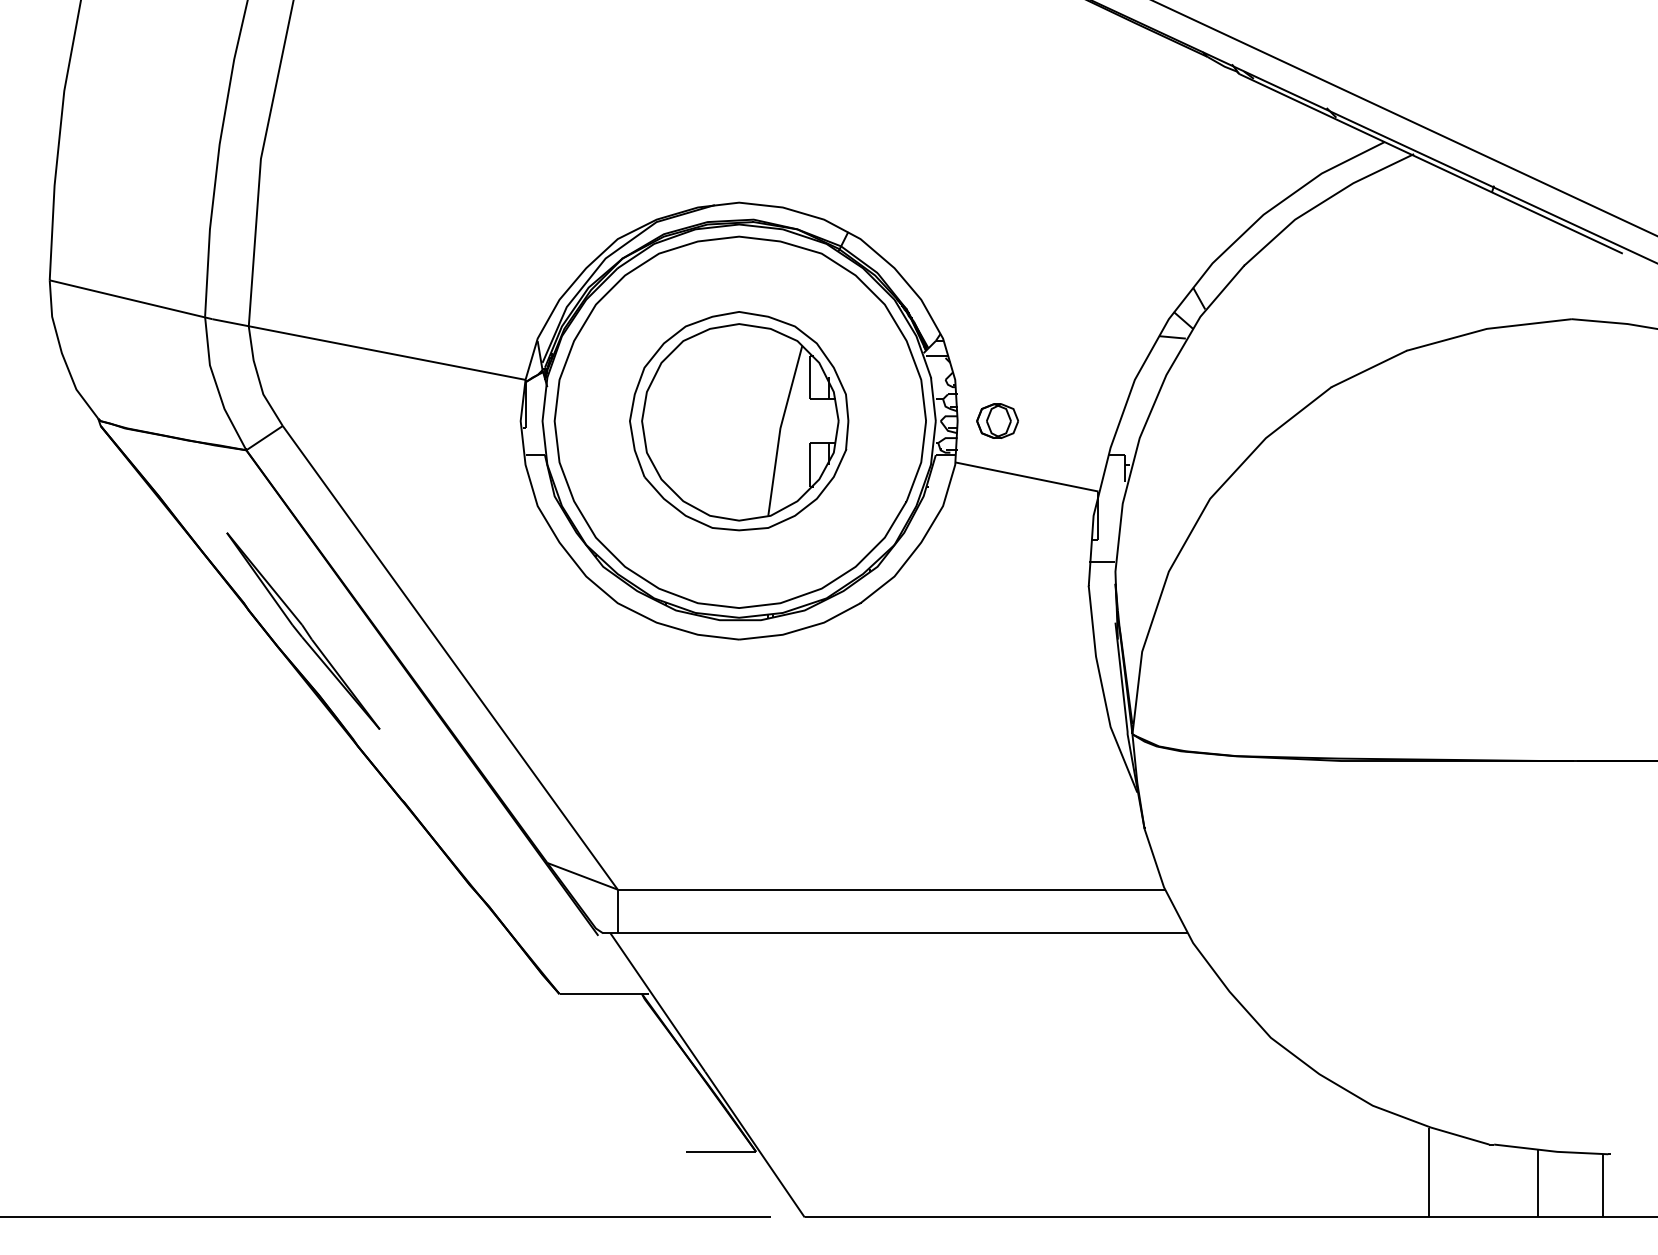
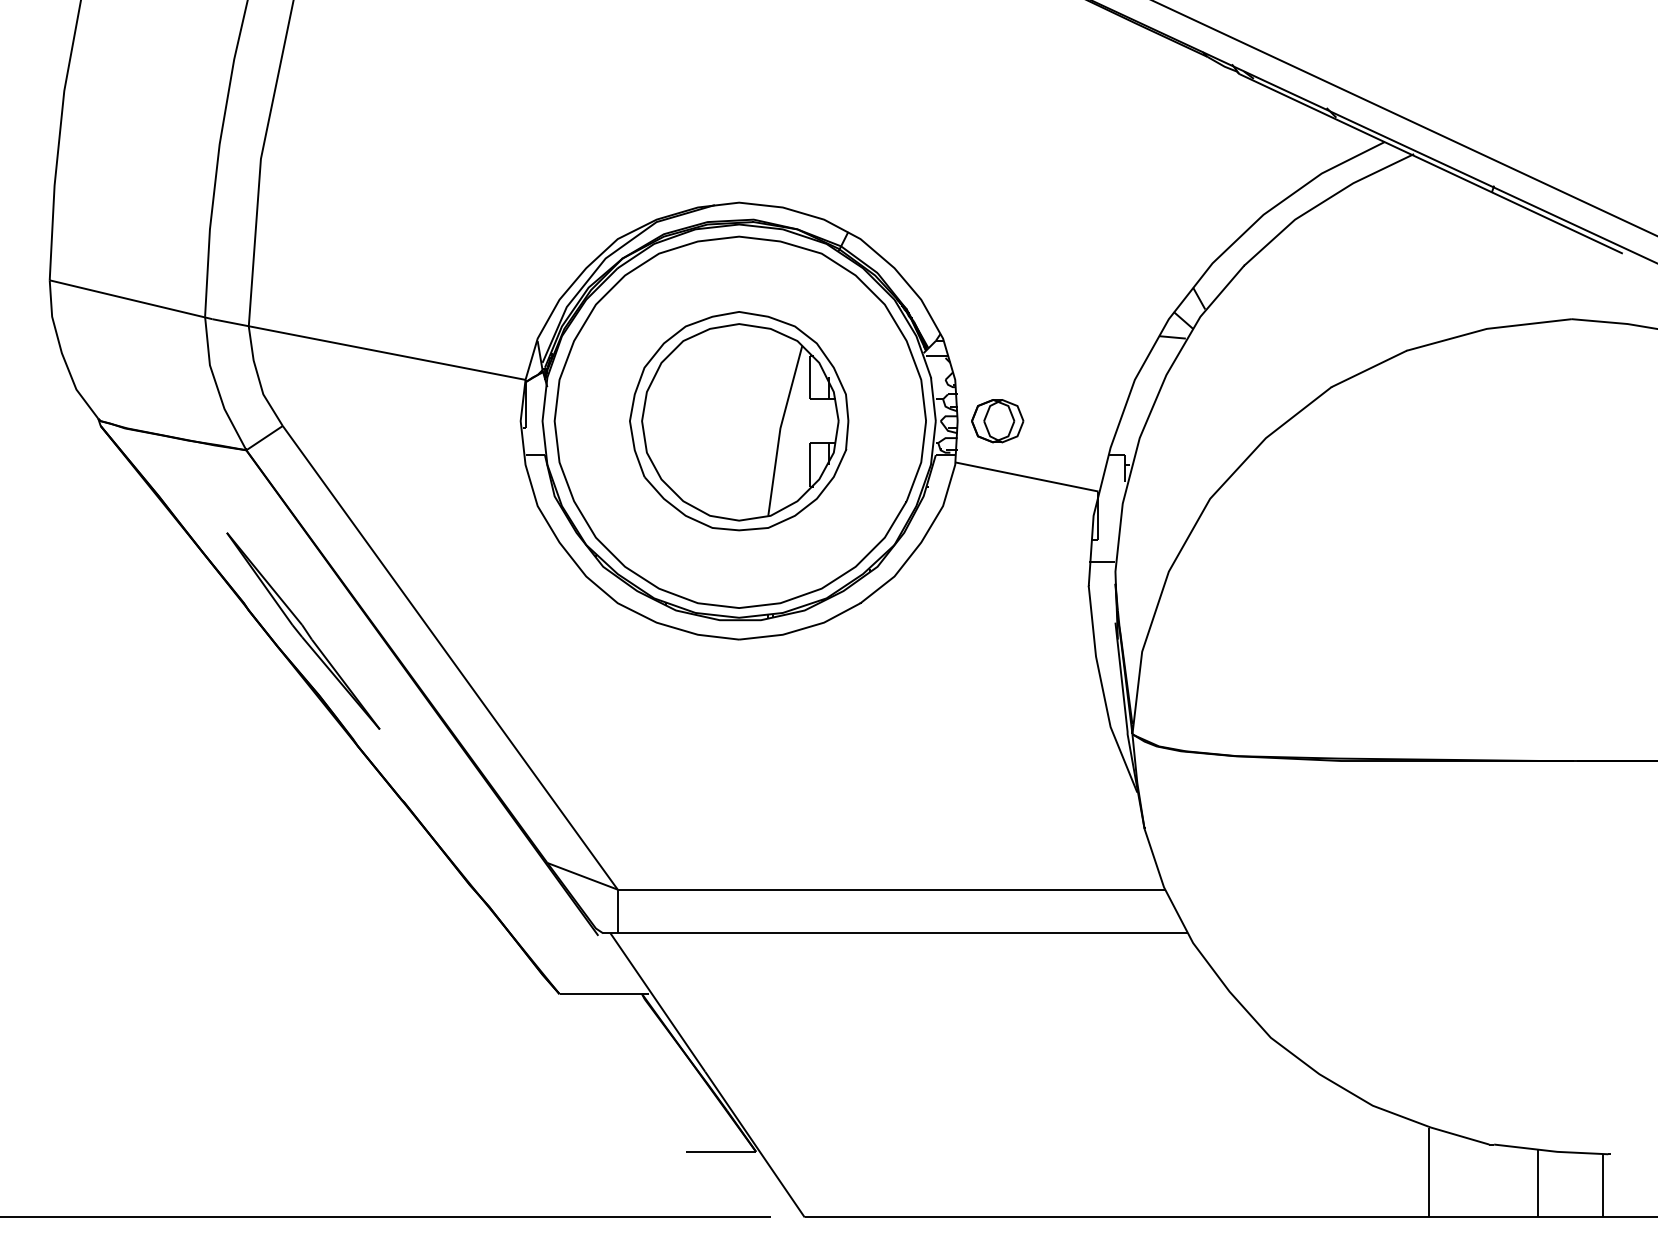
part at (997, 420) size: 43x36 px -> 54x45 px
